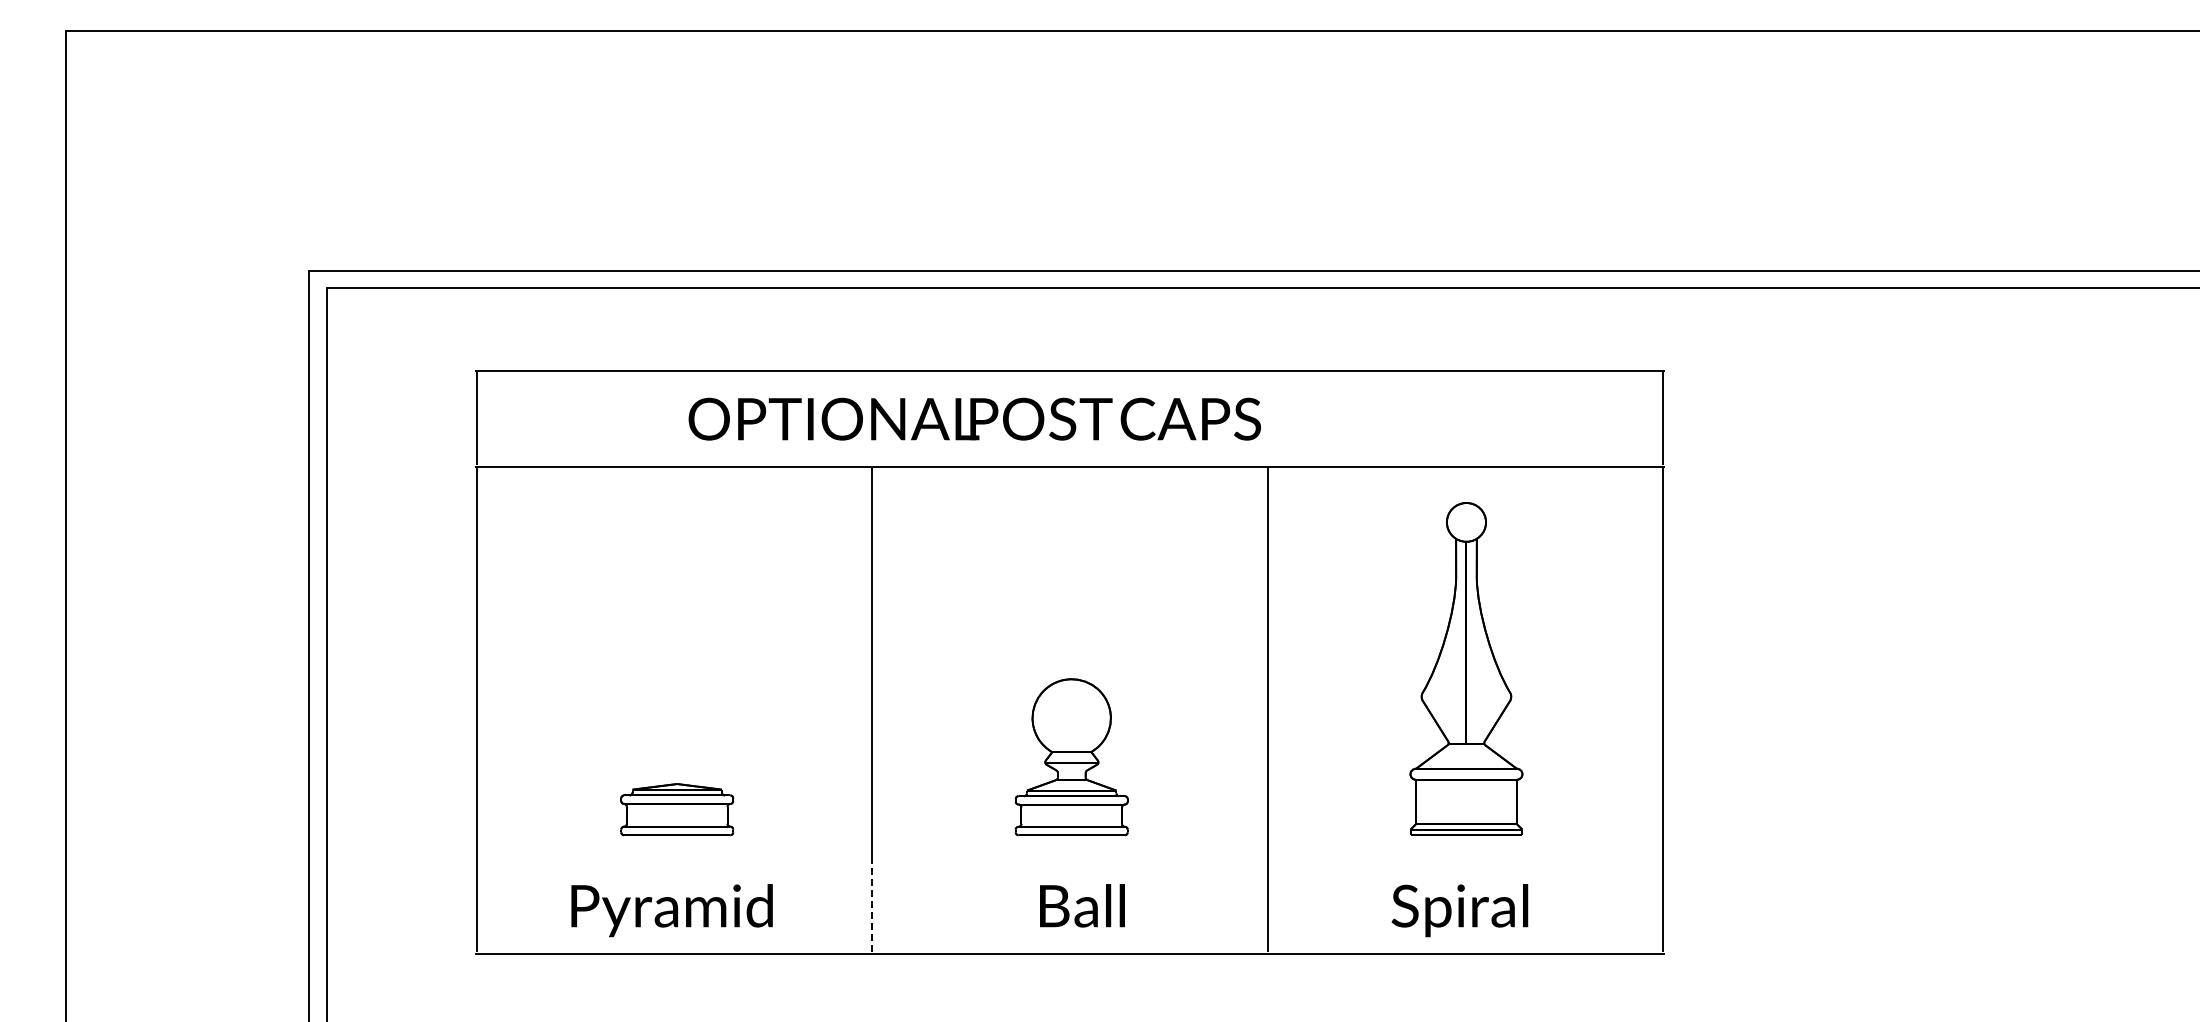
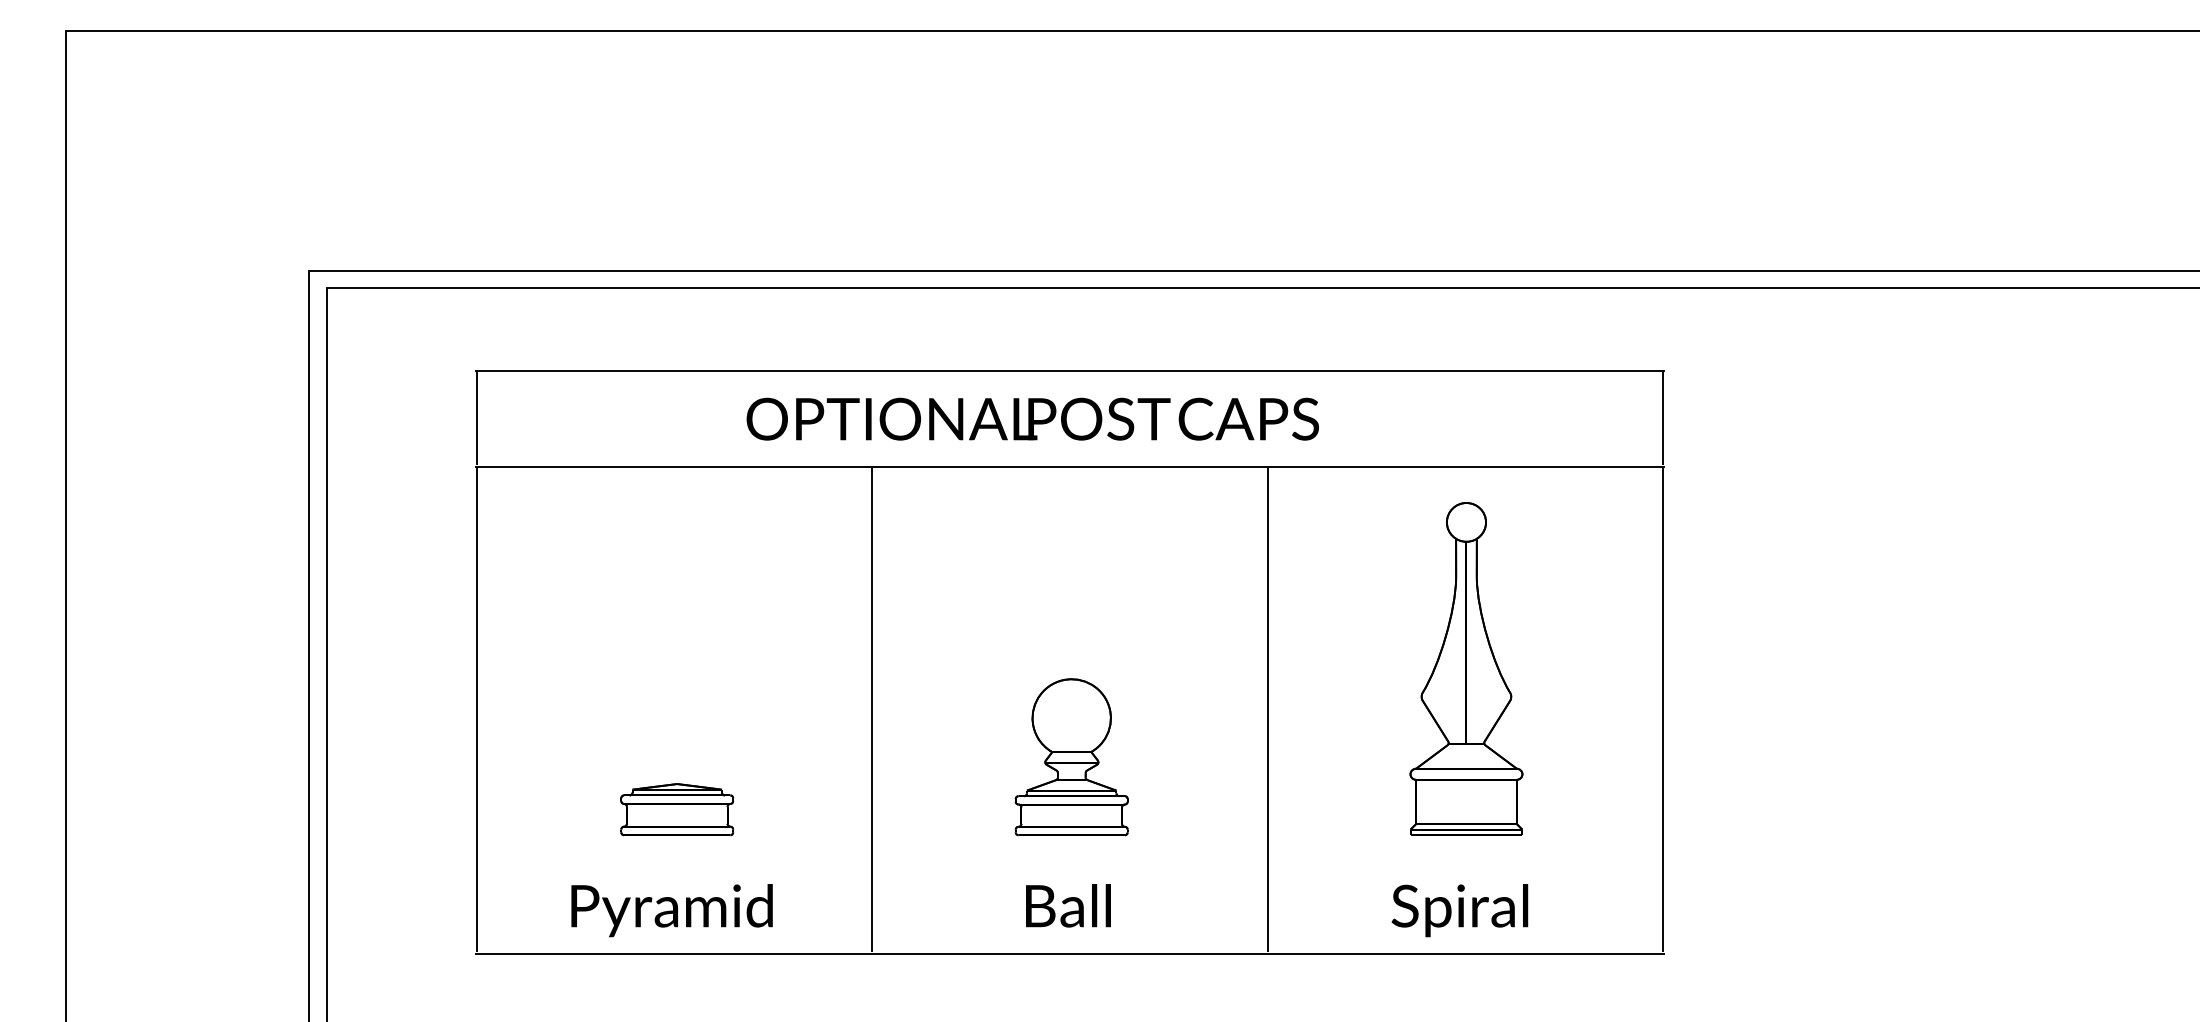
text at (974, 418) position: (974, 418) -> (1032, 418)
line at (872, 904): dashed -> solid
text at (1082, 905) position: (1082, 905) -> (1068, 905)
